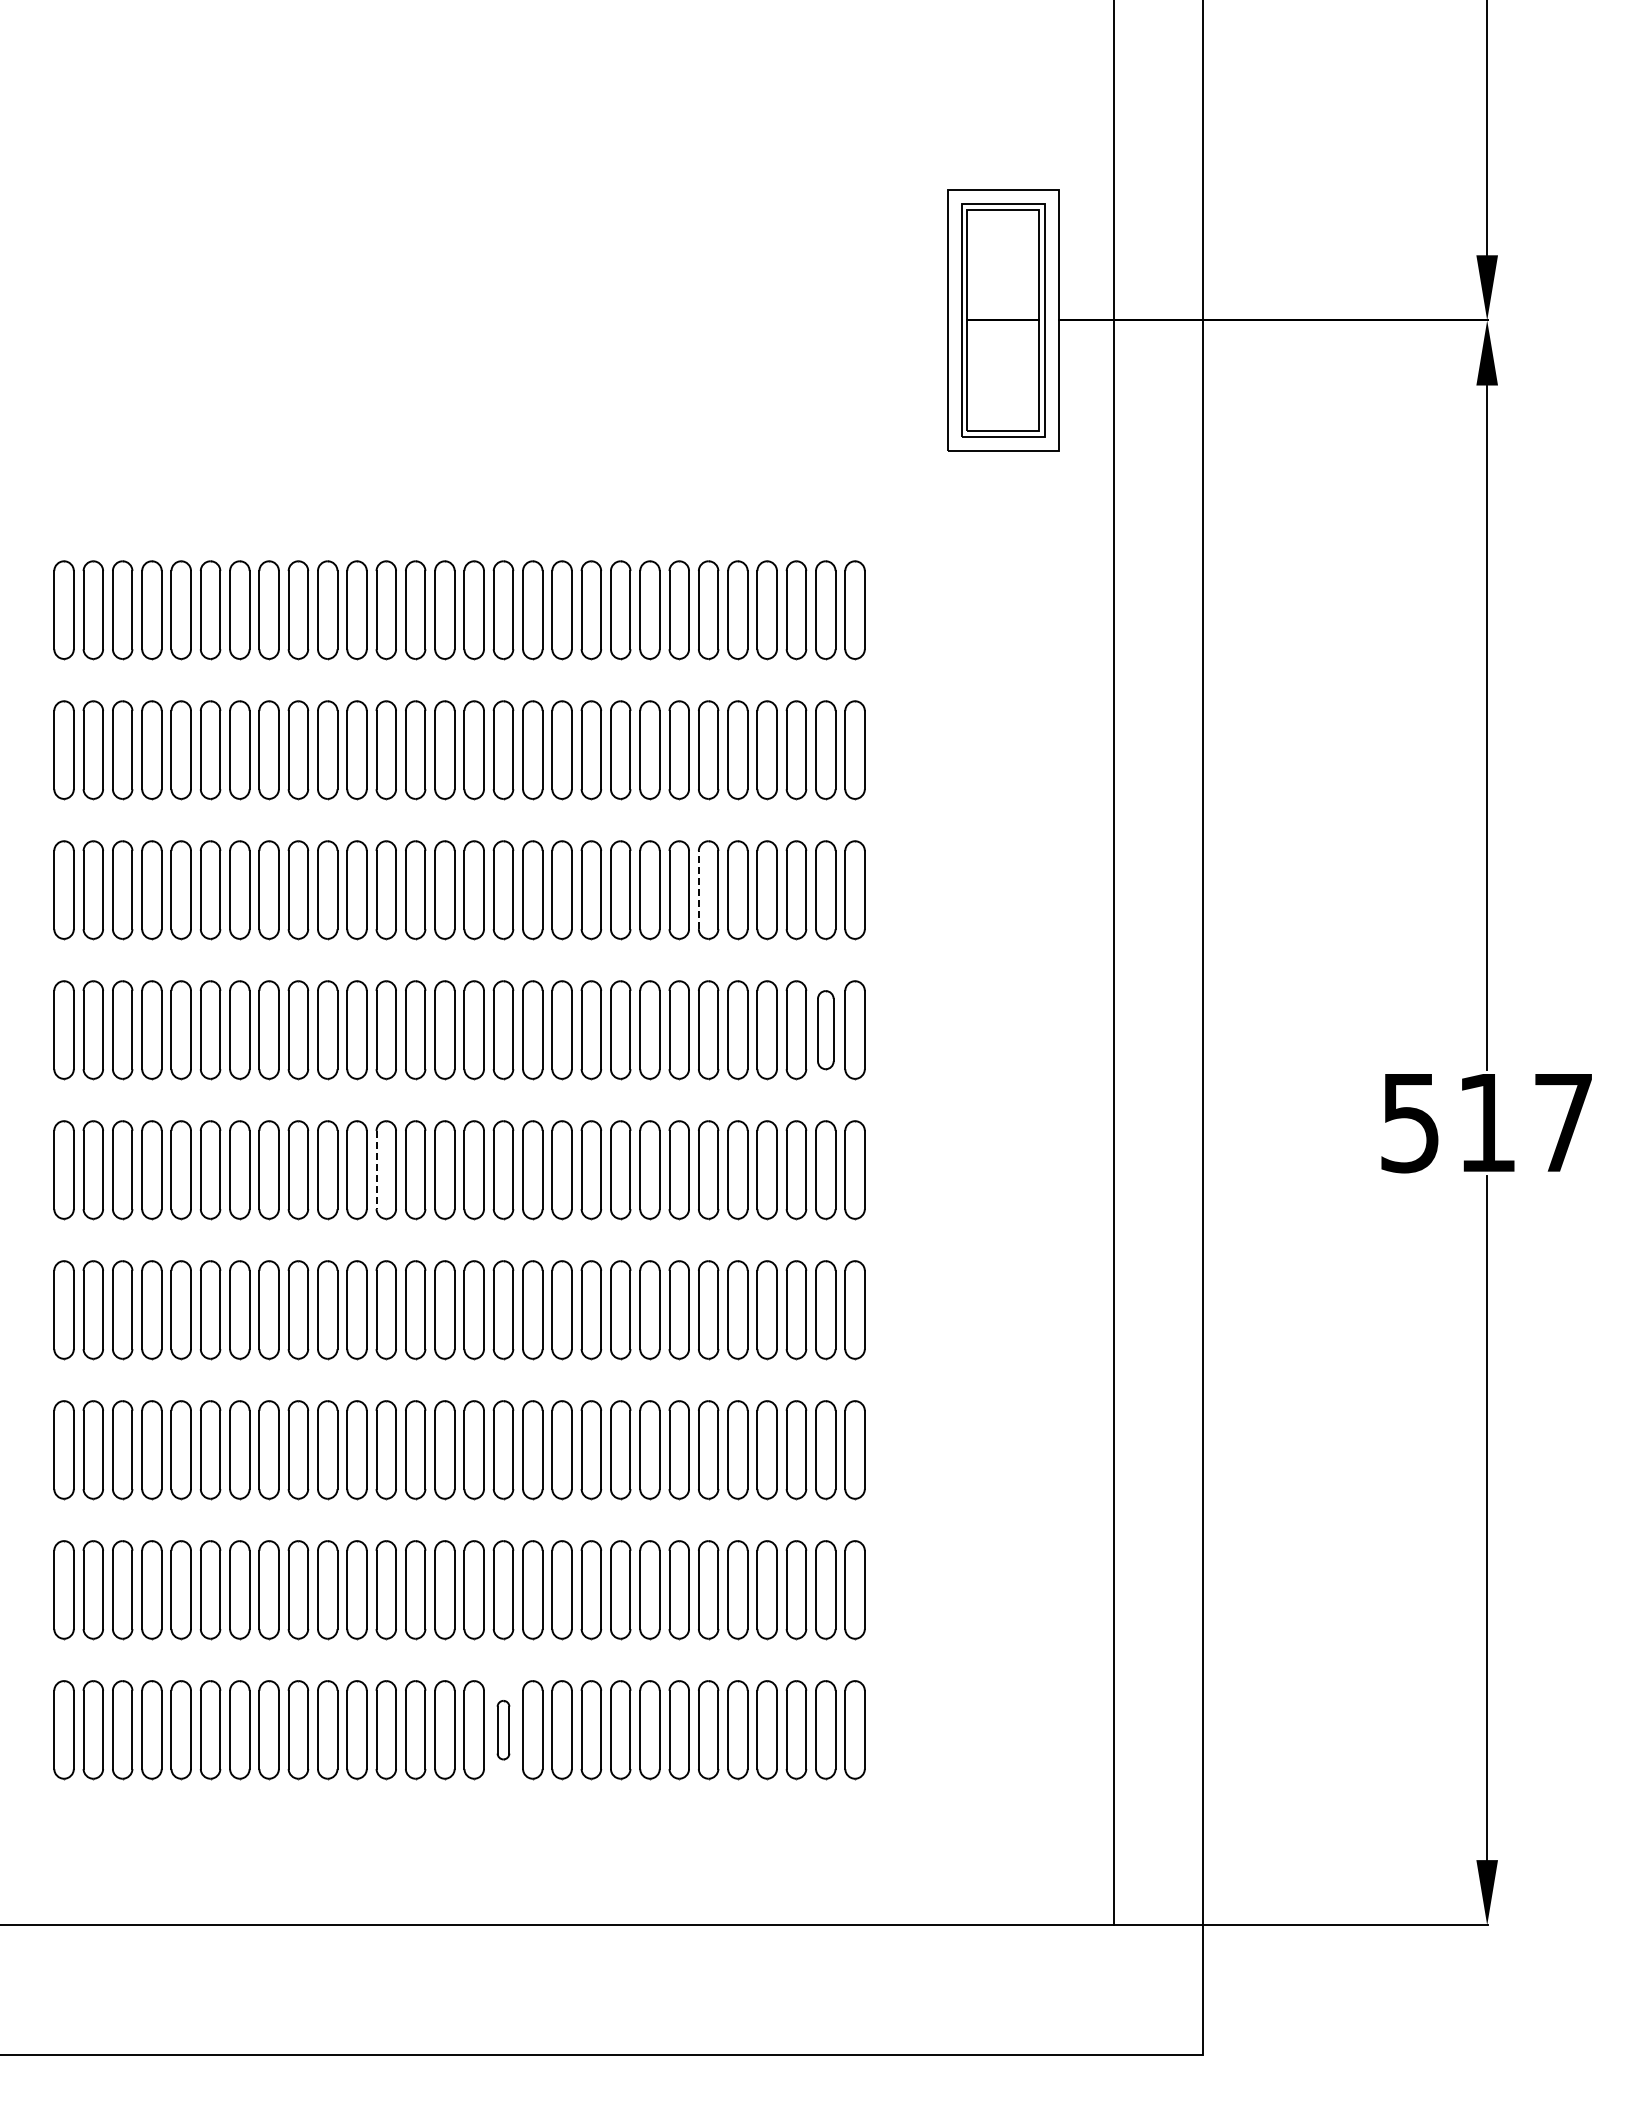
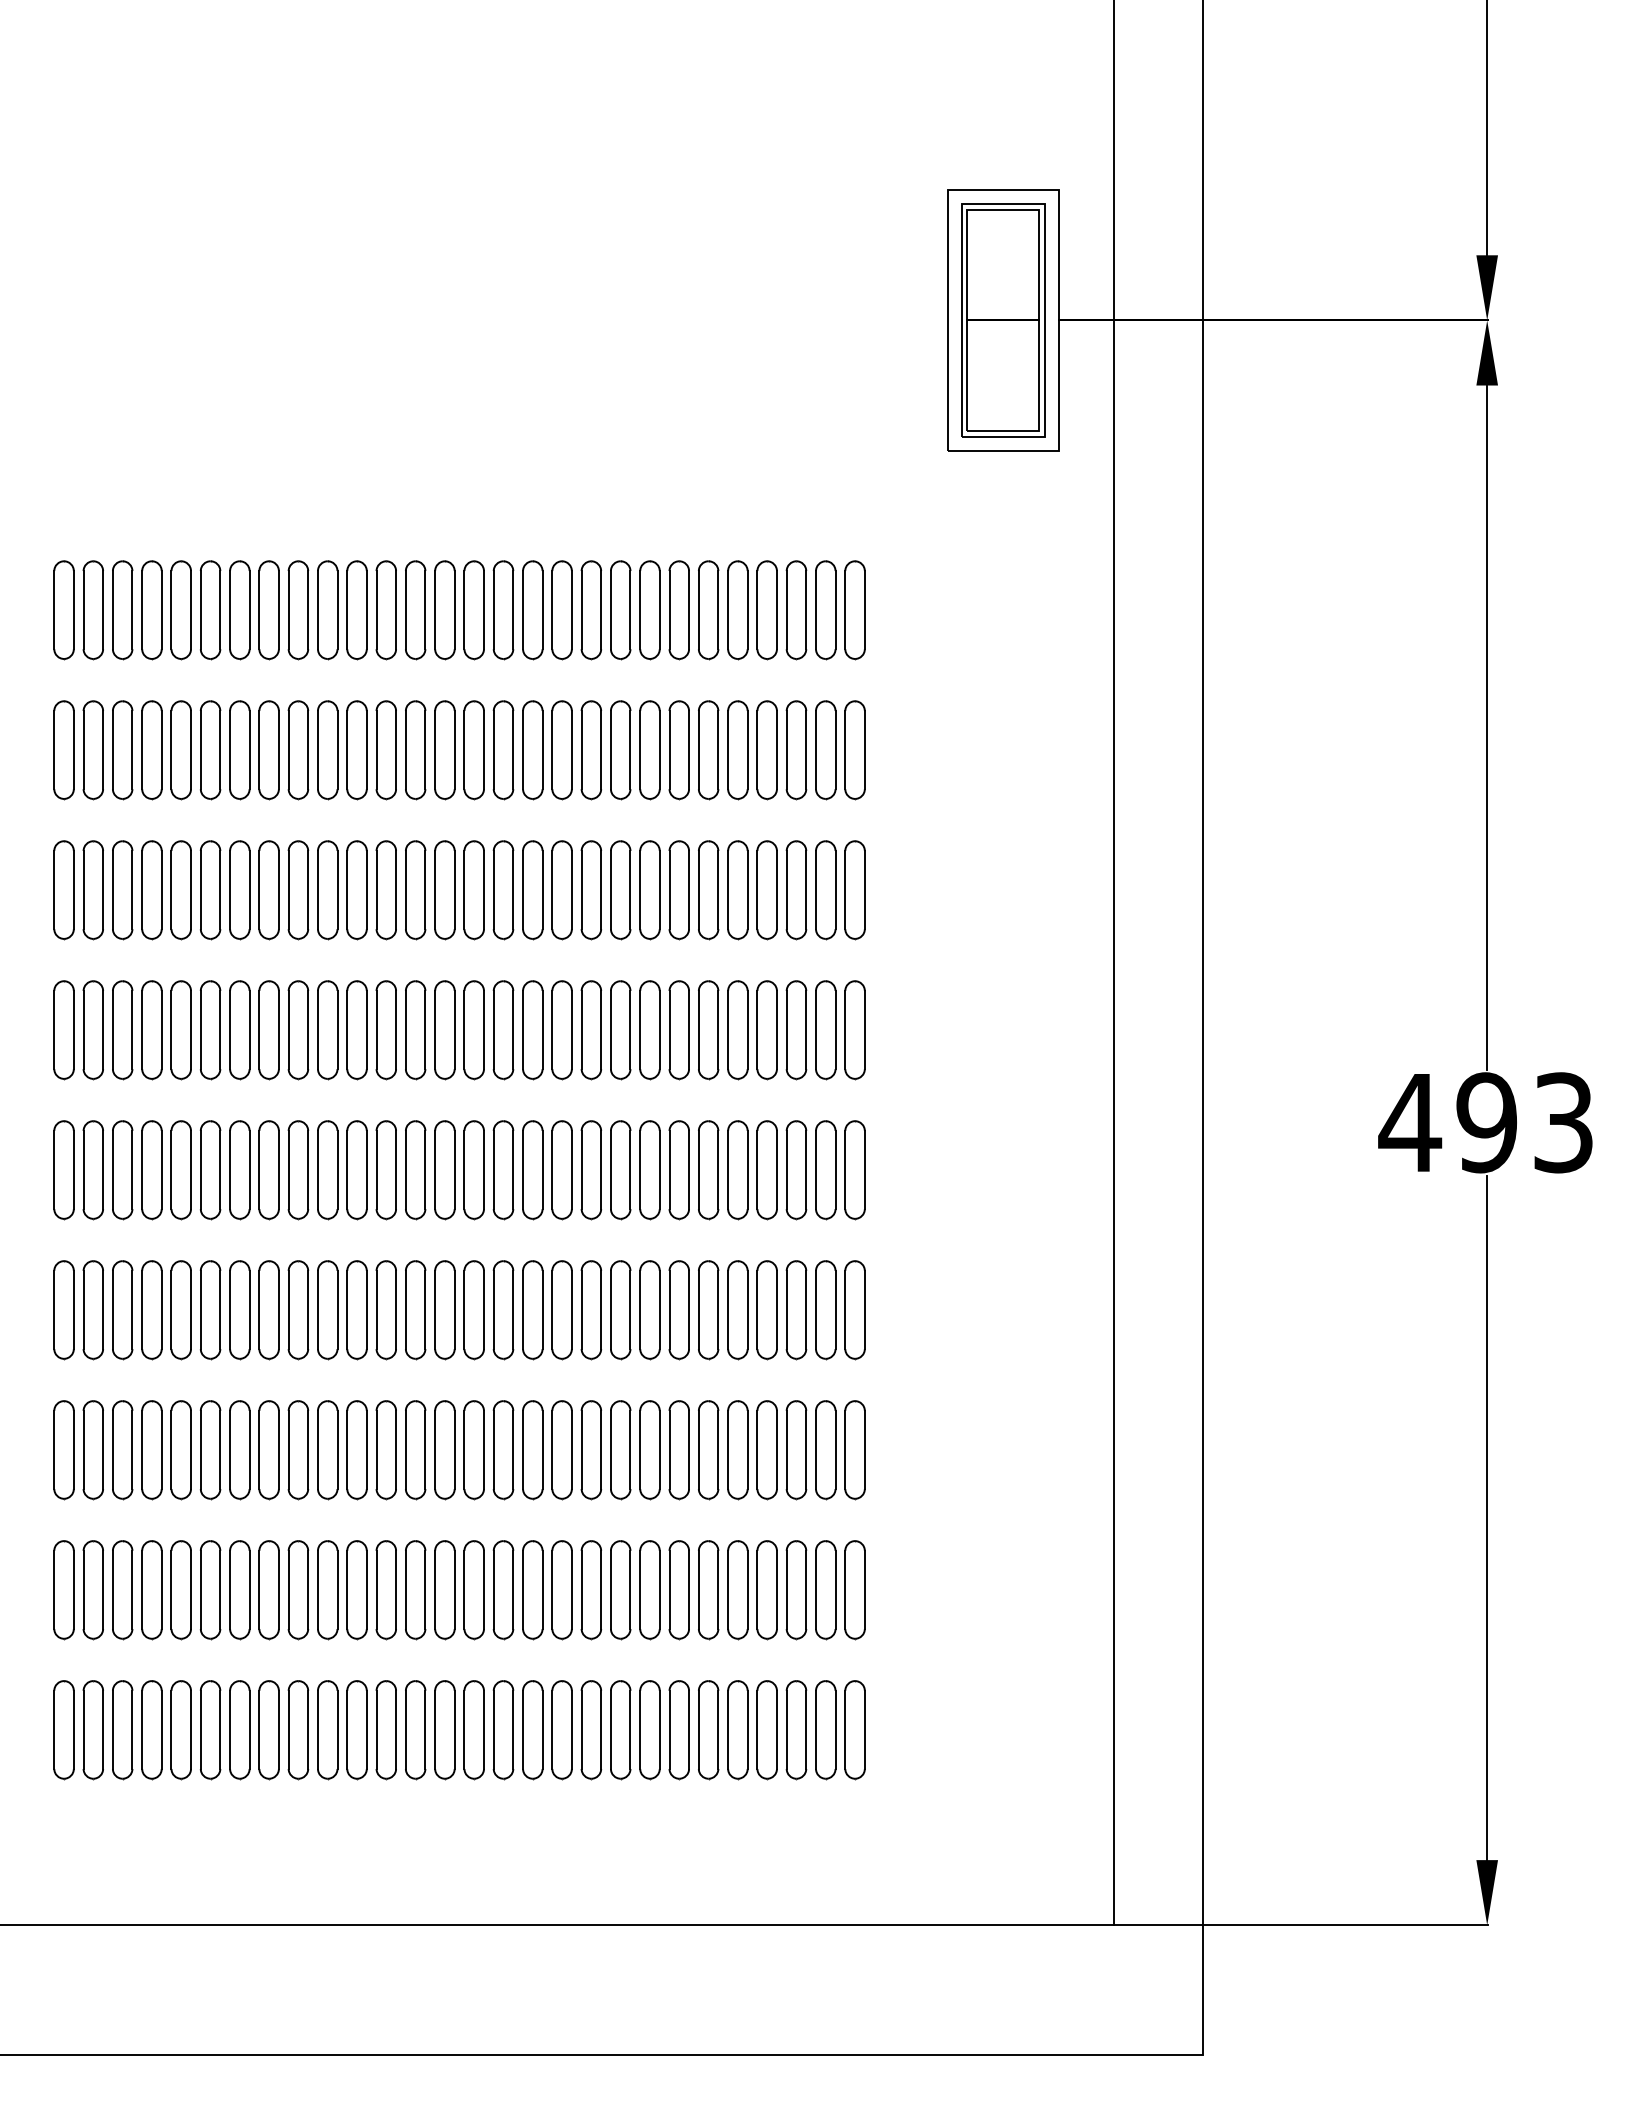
line at (698, 889): dashed -> solid
part at (825, 1030) size: 18x81 px -> 22x101 px
text at (1485, 1122): 517 -> 493
line at (376, 1170): dashed -> solid
part at (503, 1730) size: 15x61 px -> 23x101 px
